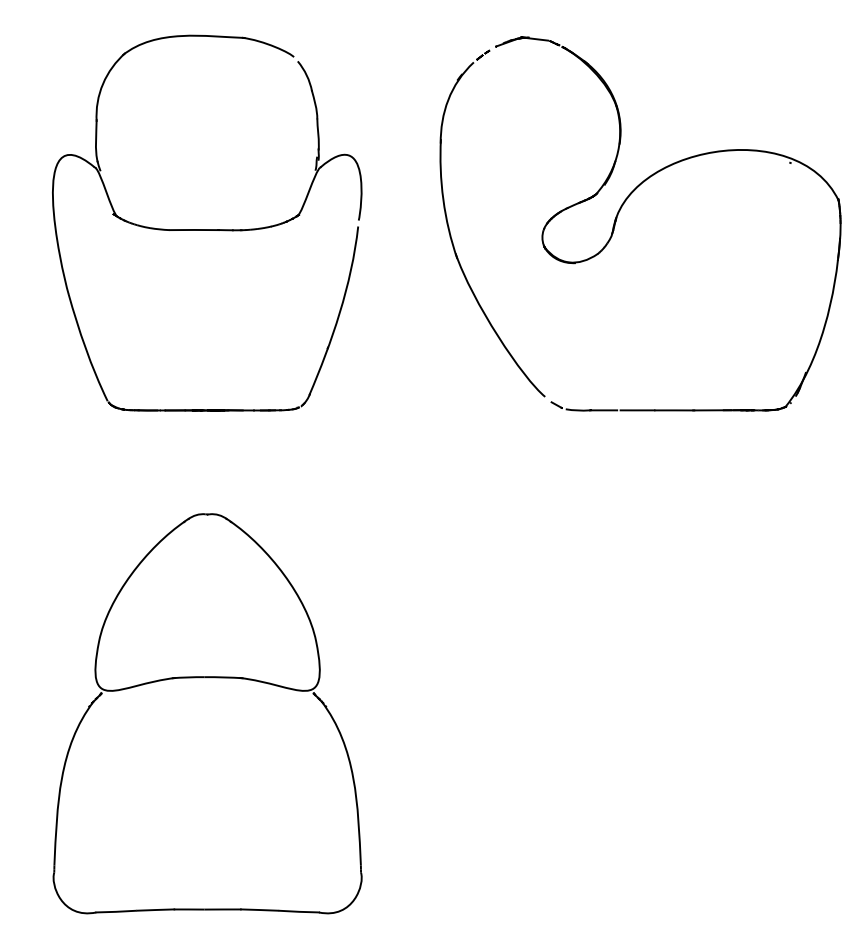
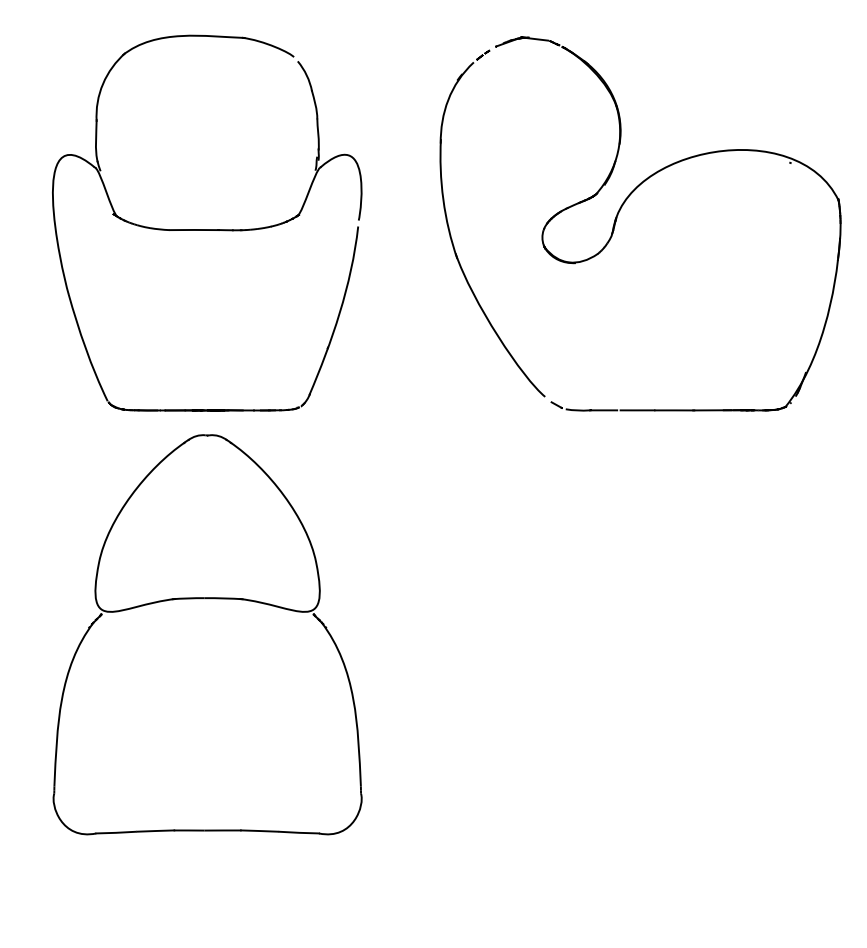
part at (207, 678) position: (207, 678) -> (207, 599)
